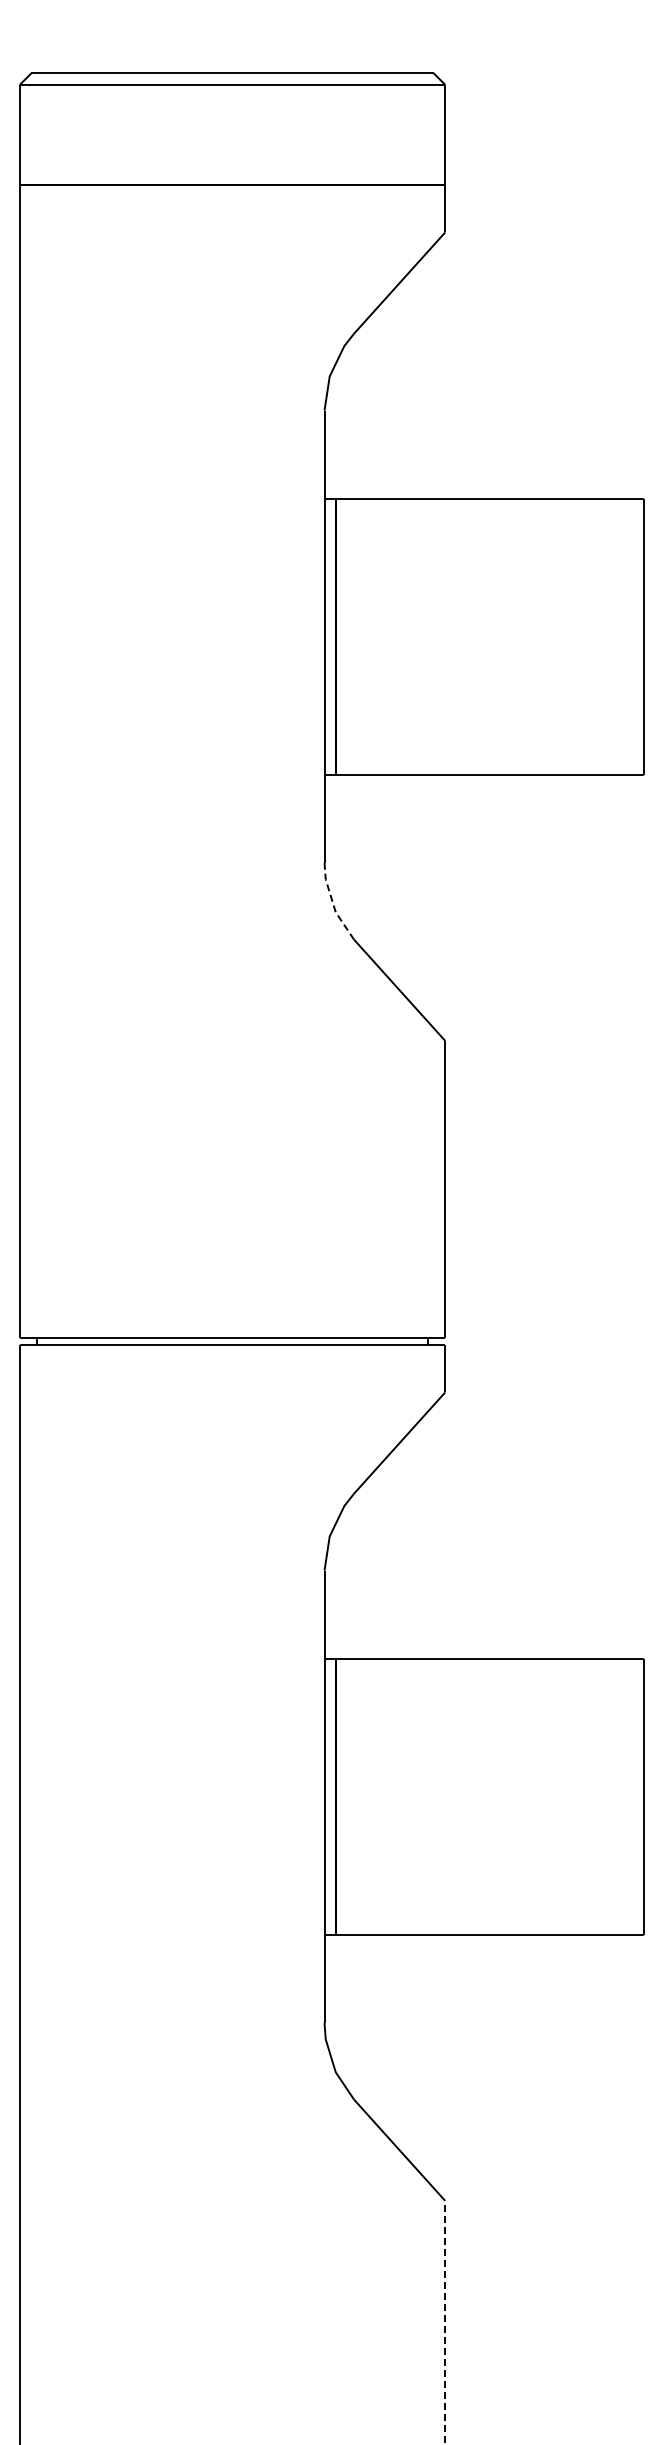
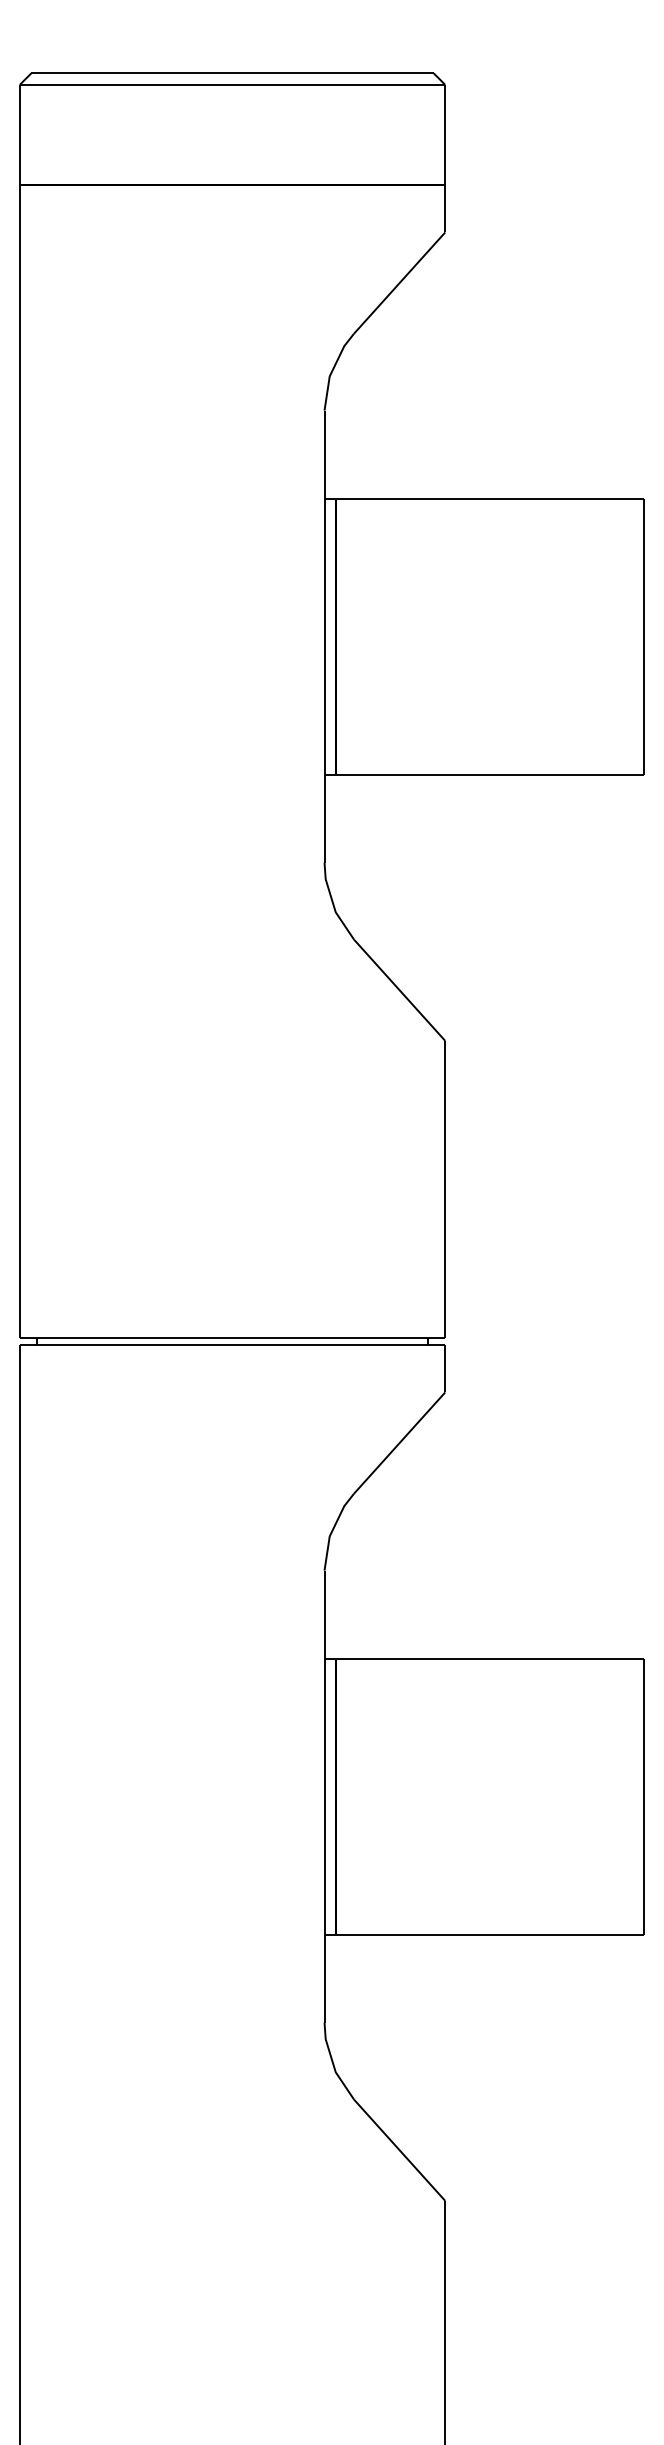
line at (332, 902): dashed -> solid
line at (445, 2322): dashed -> solid
